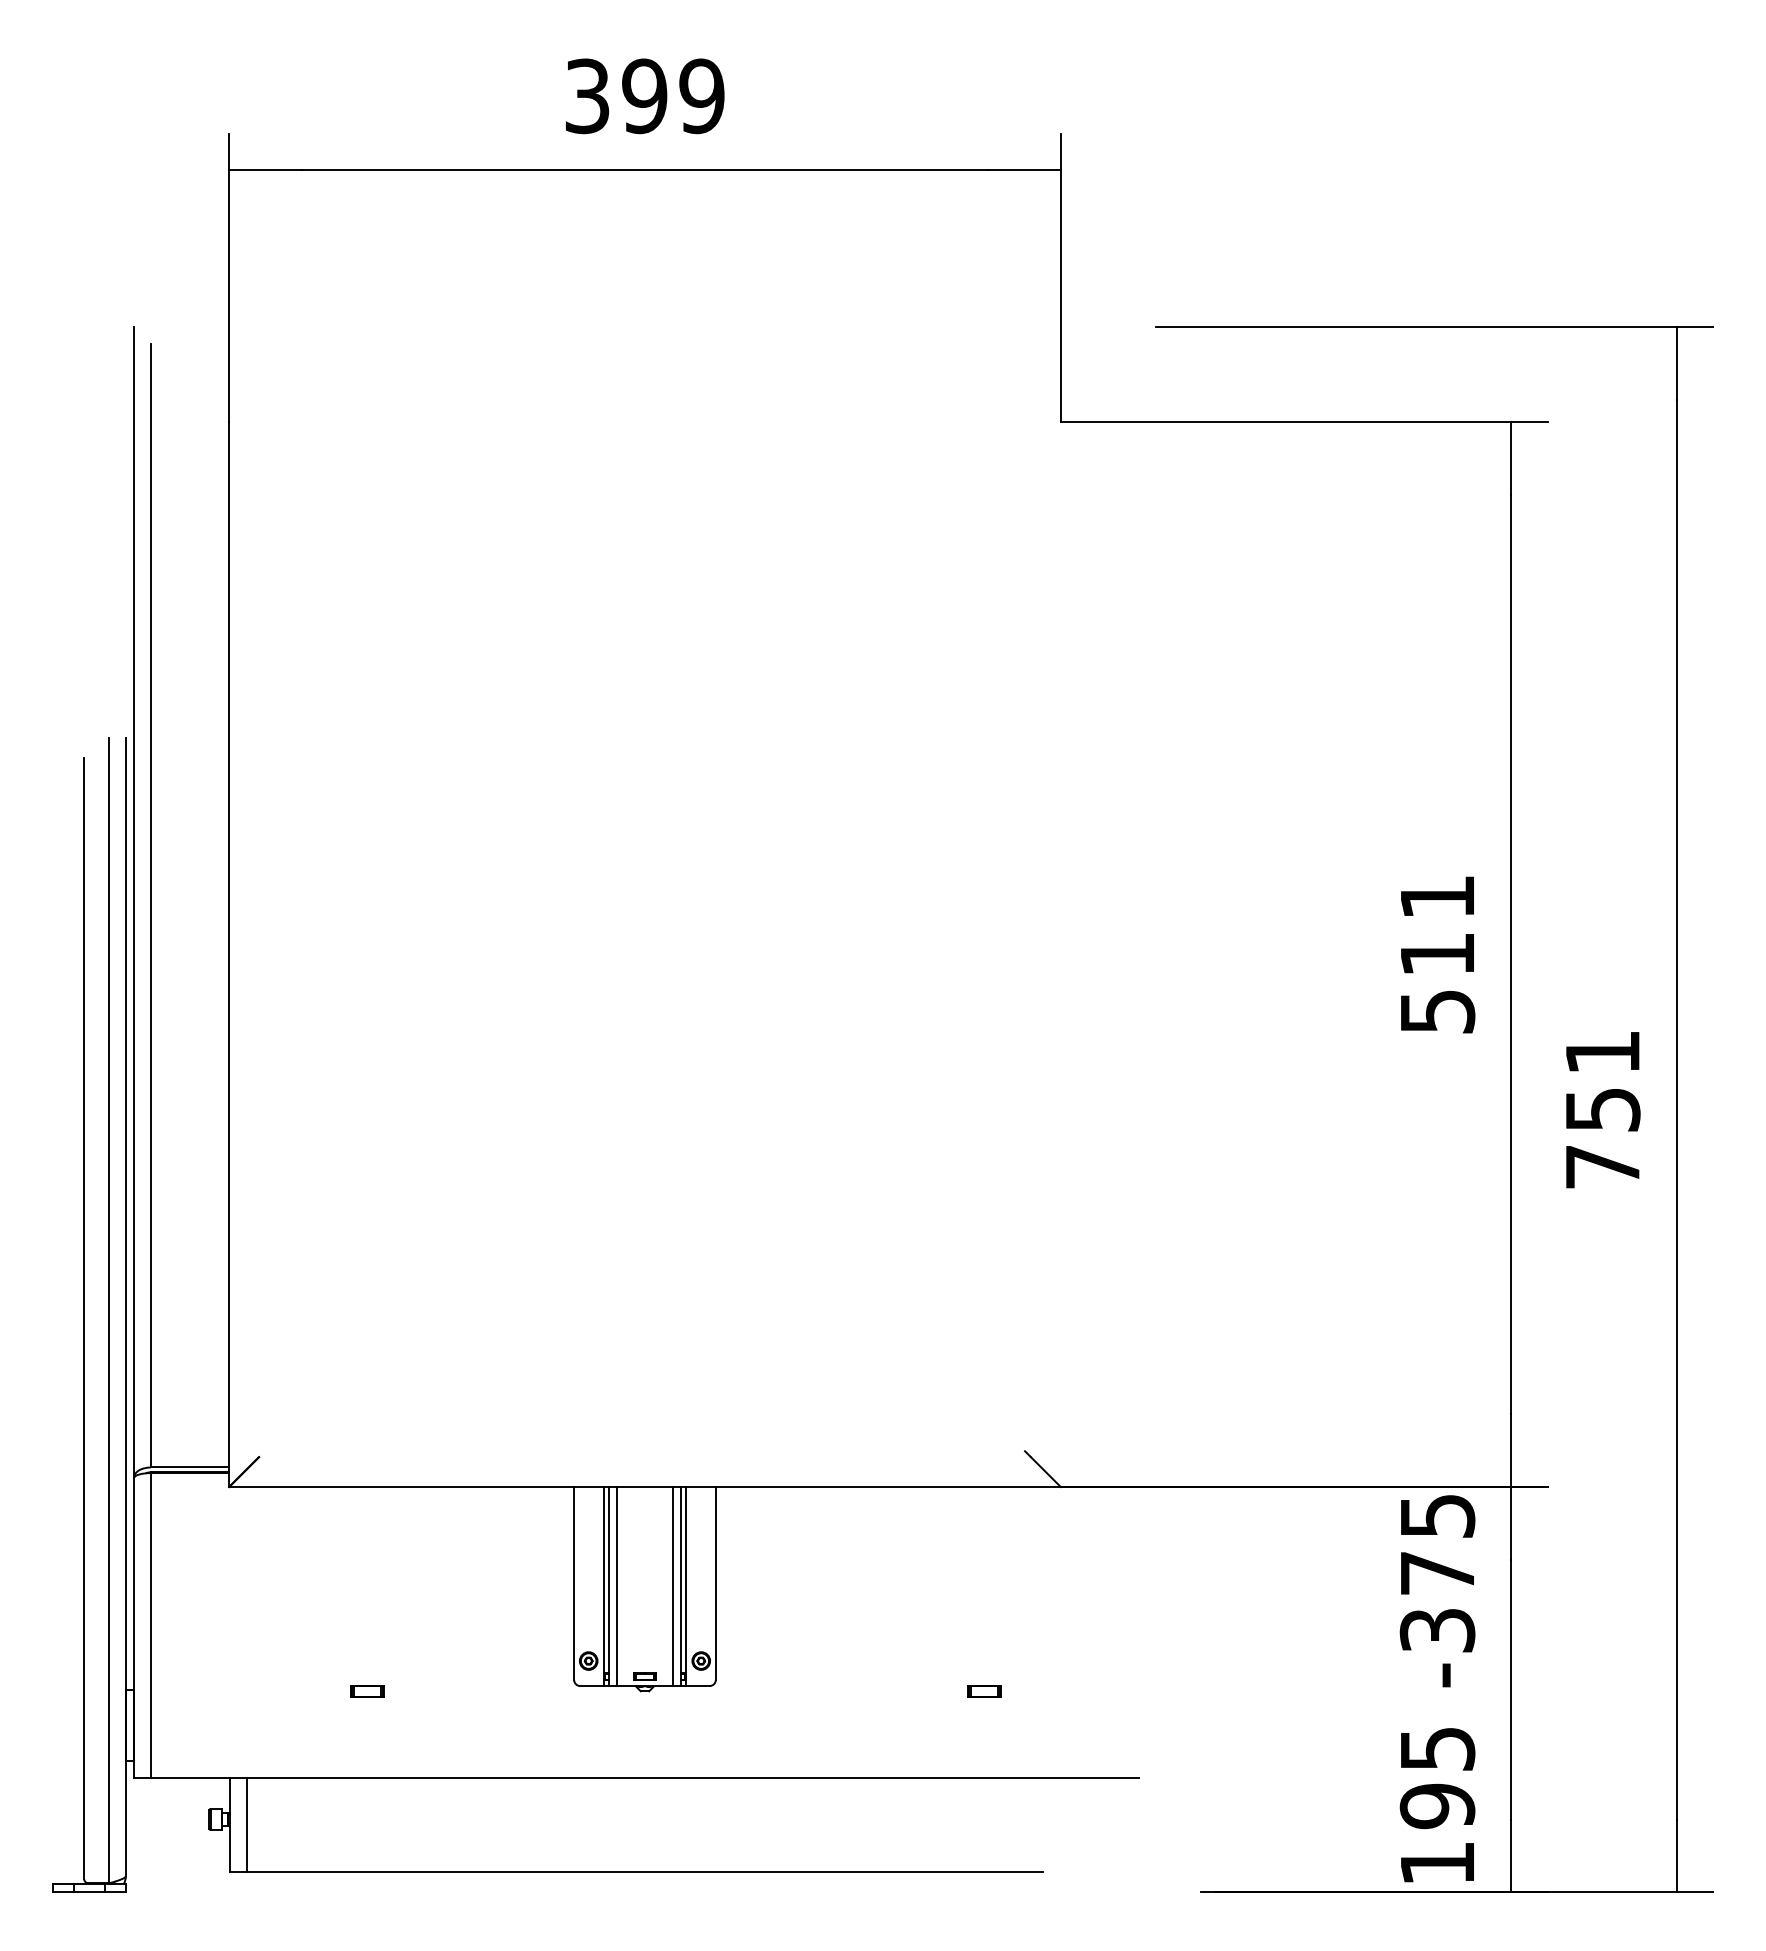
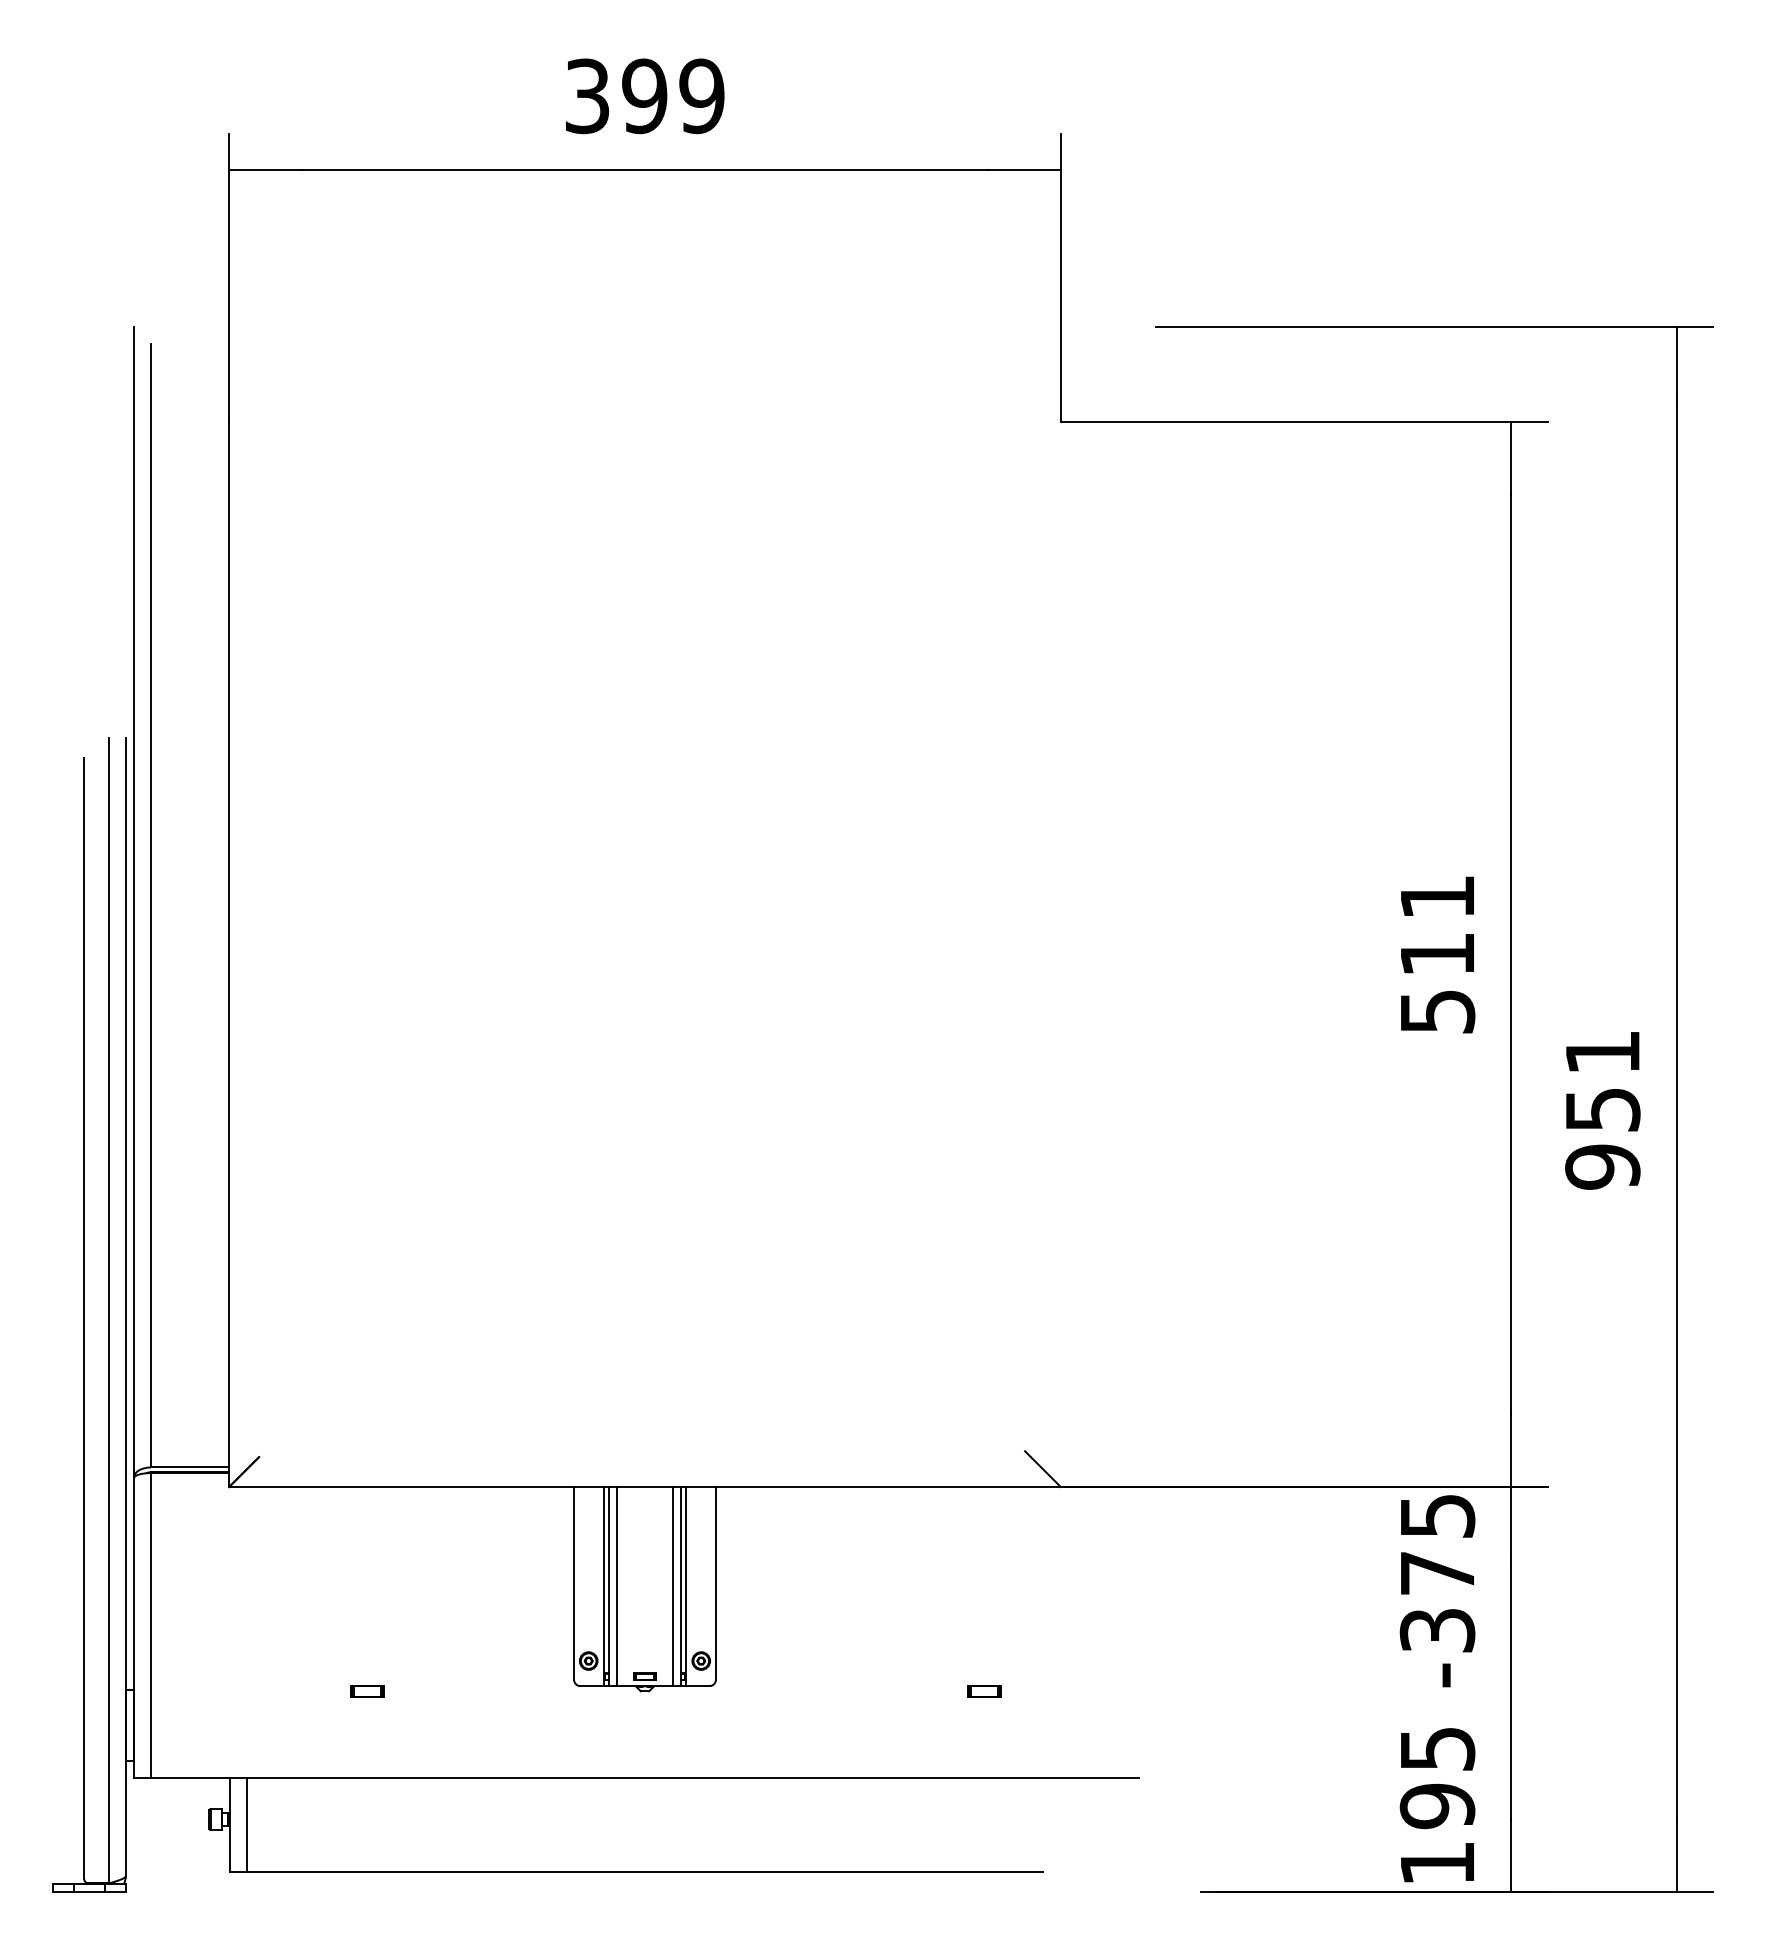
text at (1602, 1166): 751 -> 951
